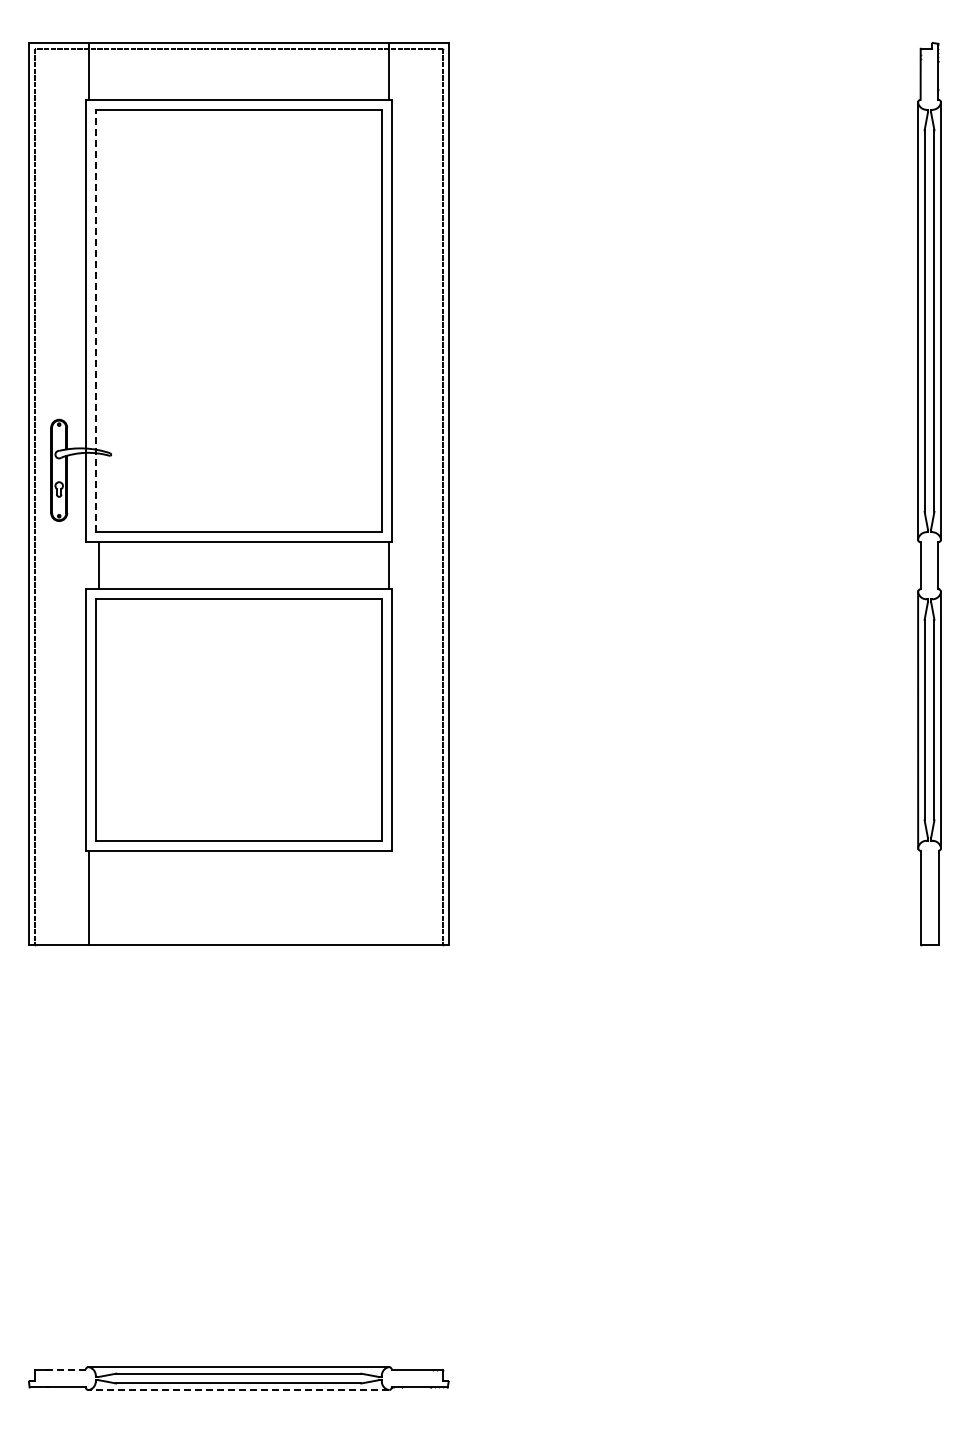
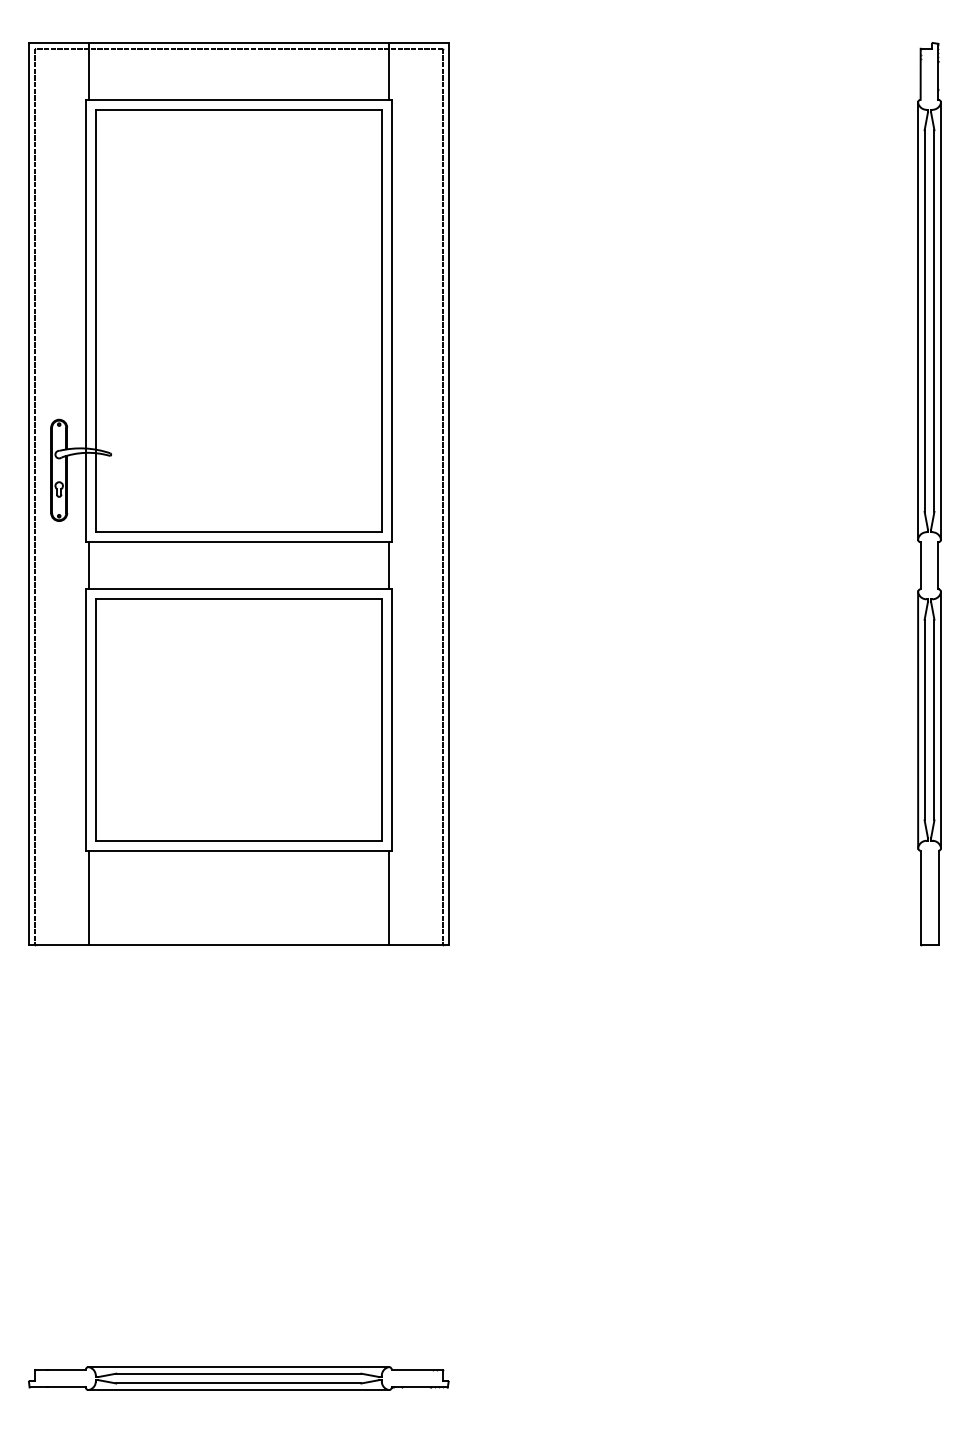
line at (95, 320): dashed -> solid
line at (99, 565) position: (99, 565) -> (89, 565)
line at (388, 897): none -> present
line at (66, 1369): dashed -> solid
line at (238, 1390): dashed -> solid
